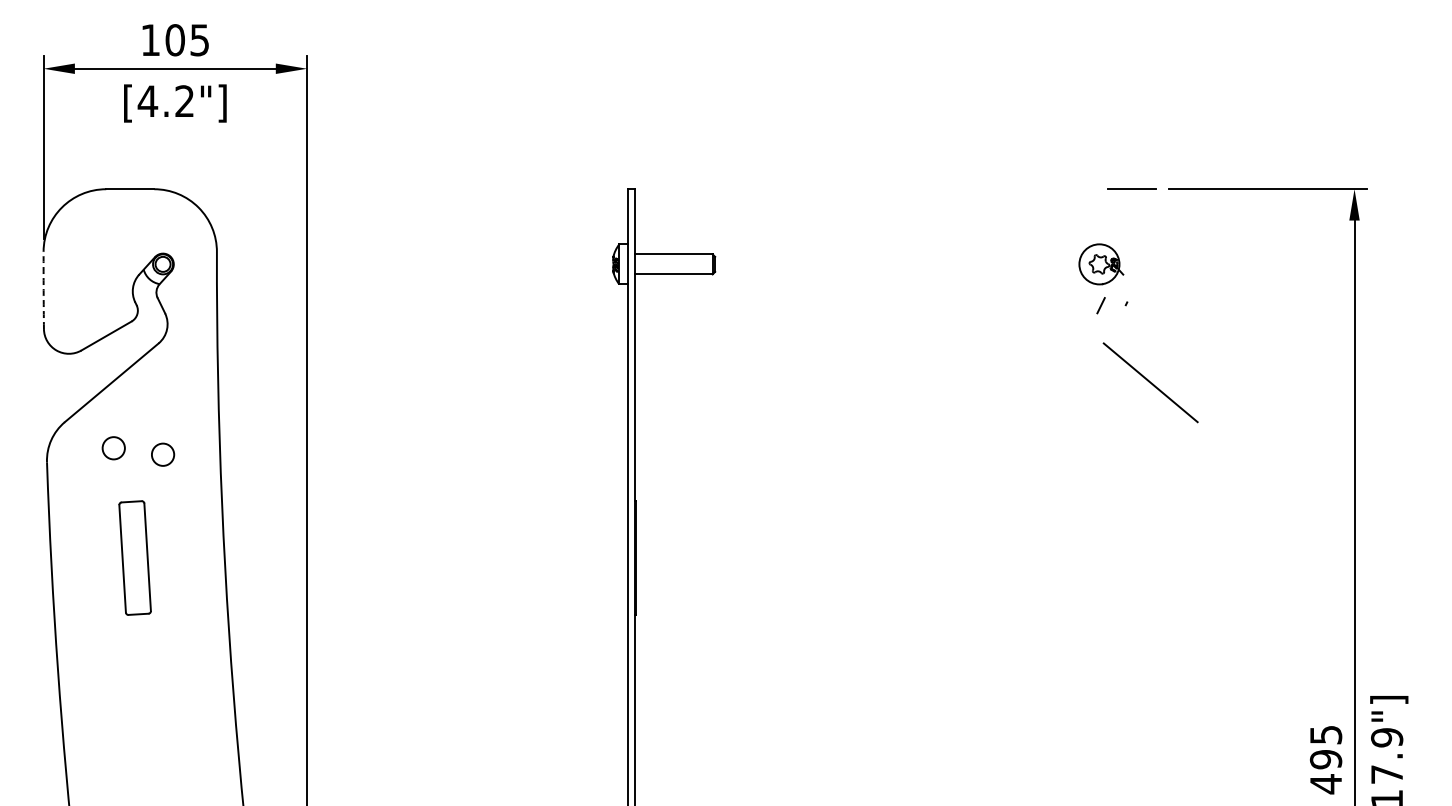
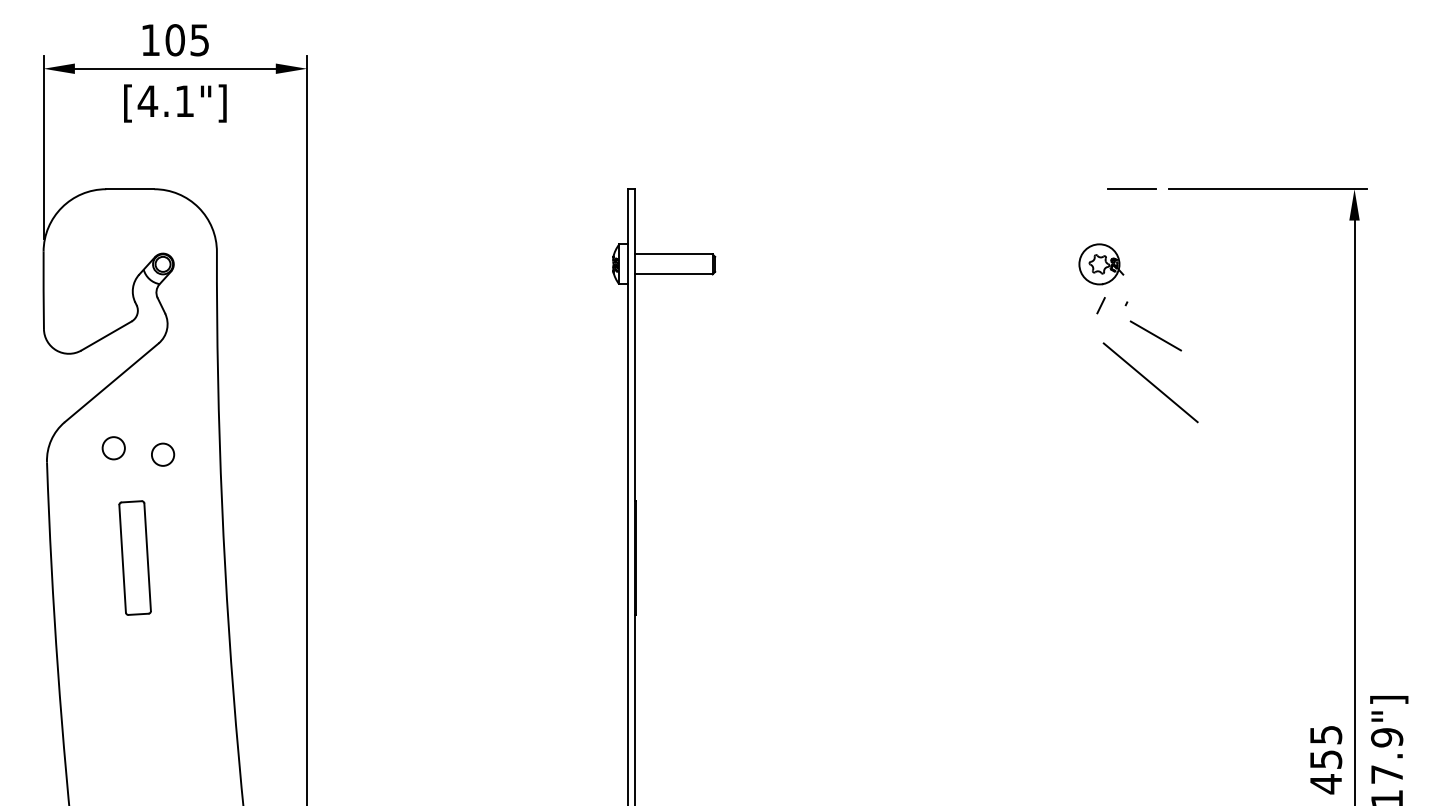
text at (184, 100): [4.2"] -> [4.1"]
arc at (43, 290): dashed -> solid
line at (1155, 335): none -> present
text at (1325, 759): 495 -> 455
